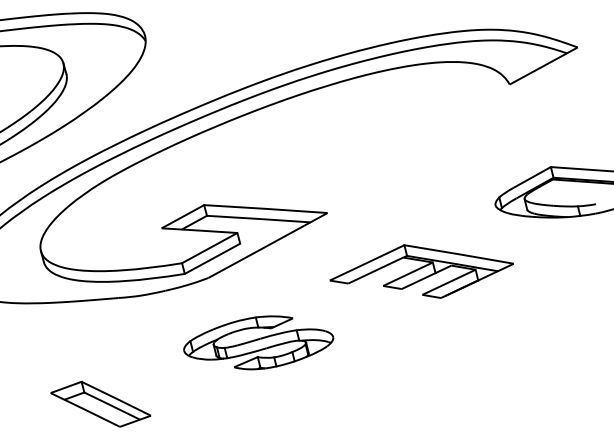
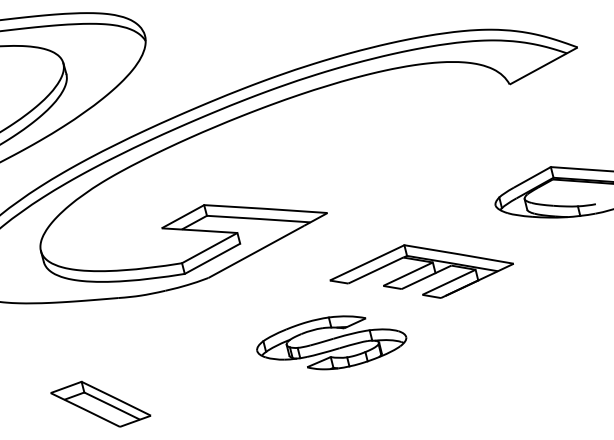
part at (258, 342) position: (258, 342) -> (331, 342)
